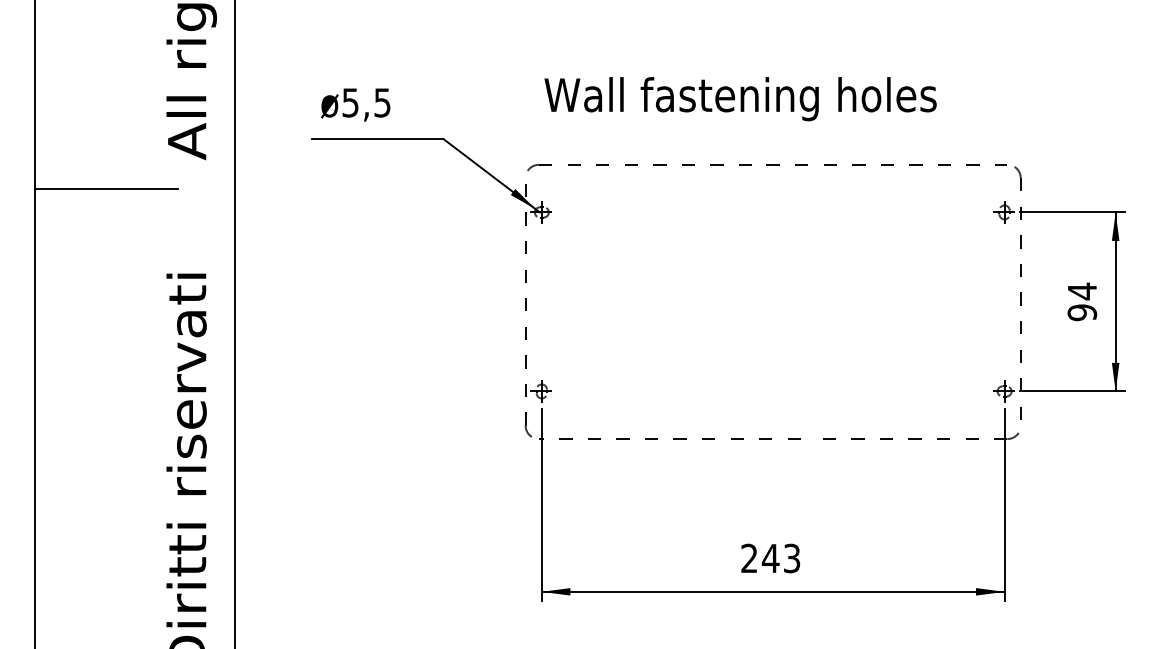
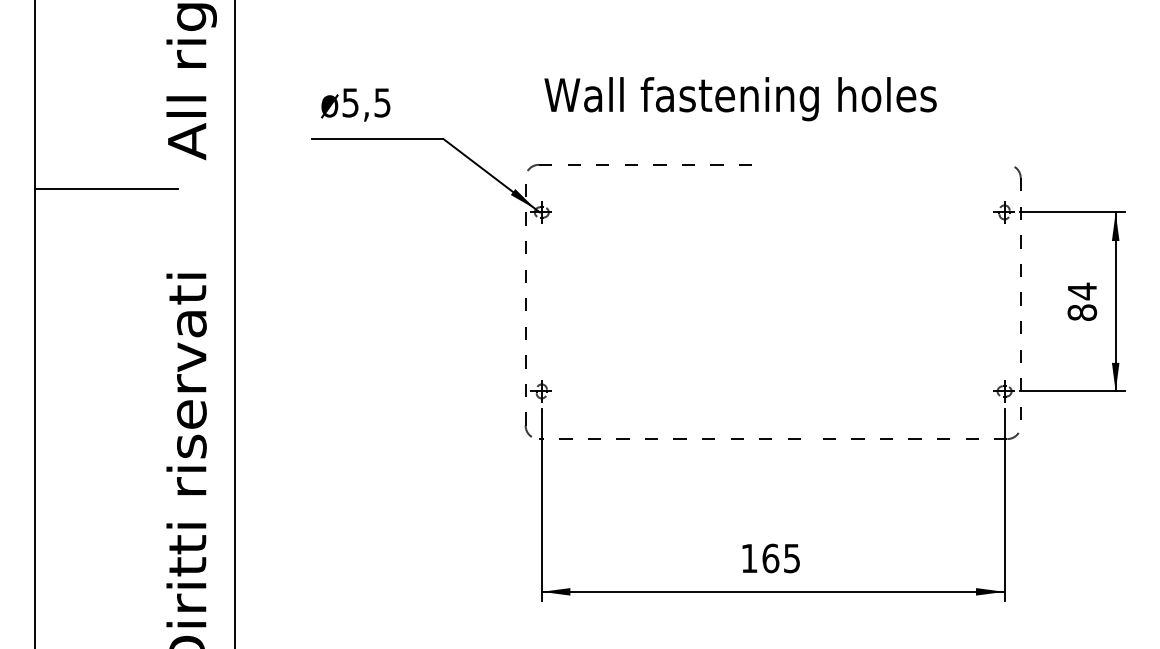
line at (886, 164): present -> none
text at (1082, 312): 94 -> 84
text at (770, 558): 243 -> 165
